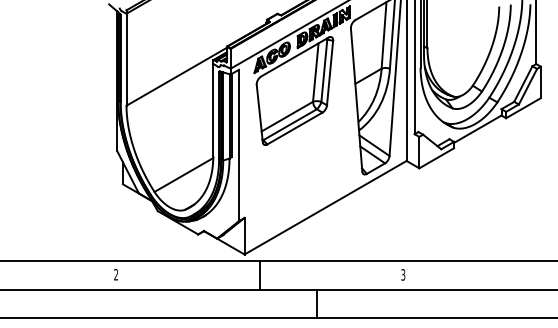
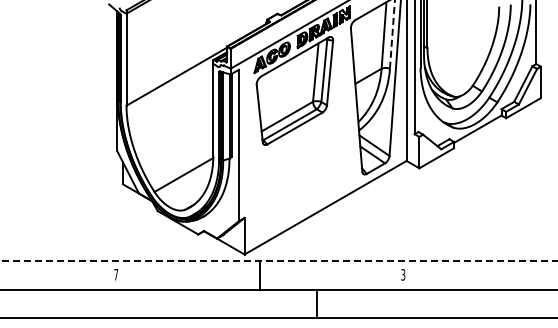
line at (392, 33): solid -> dashed
line at (279, 260): solid -> dashed
text at (116, 274): 2 -> 7
